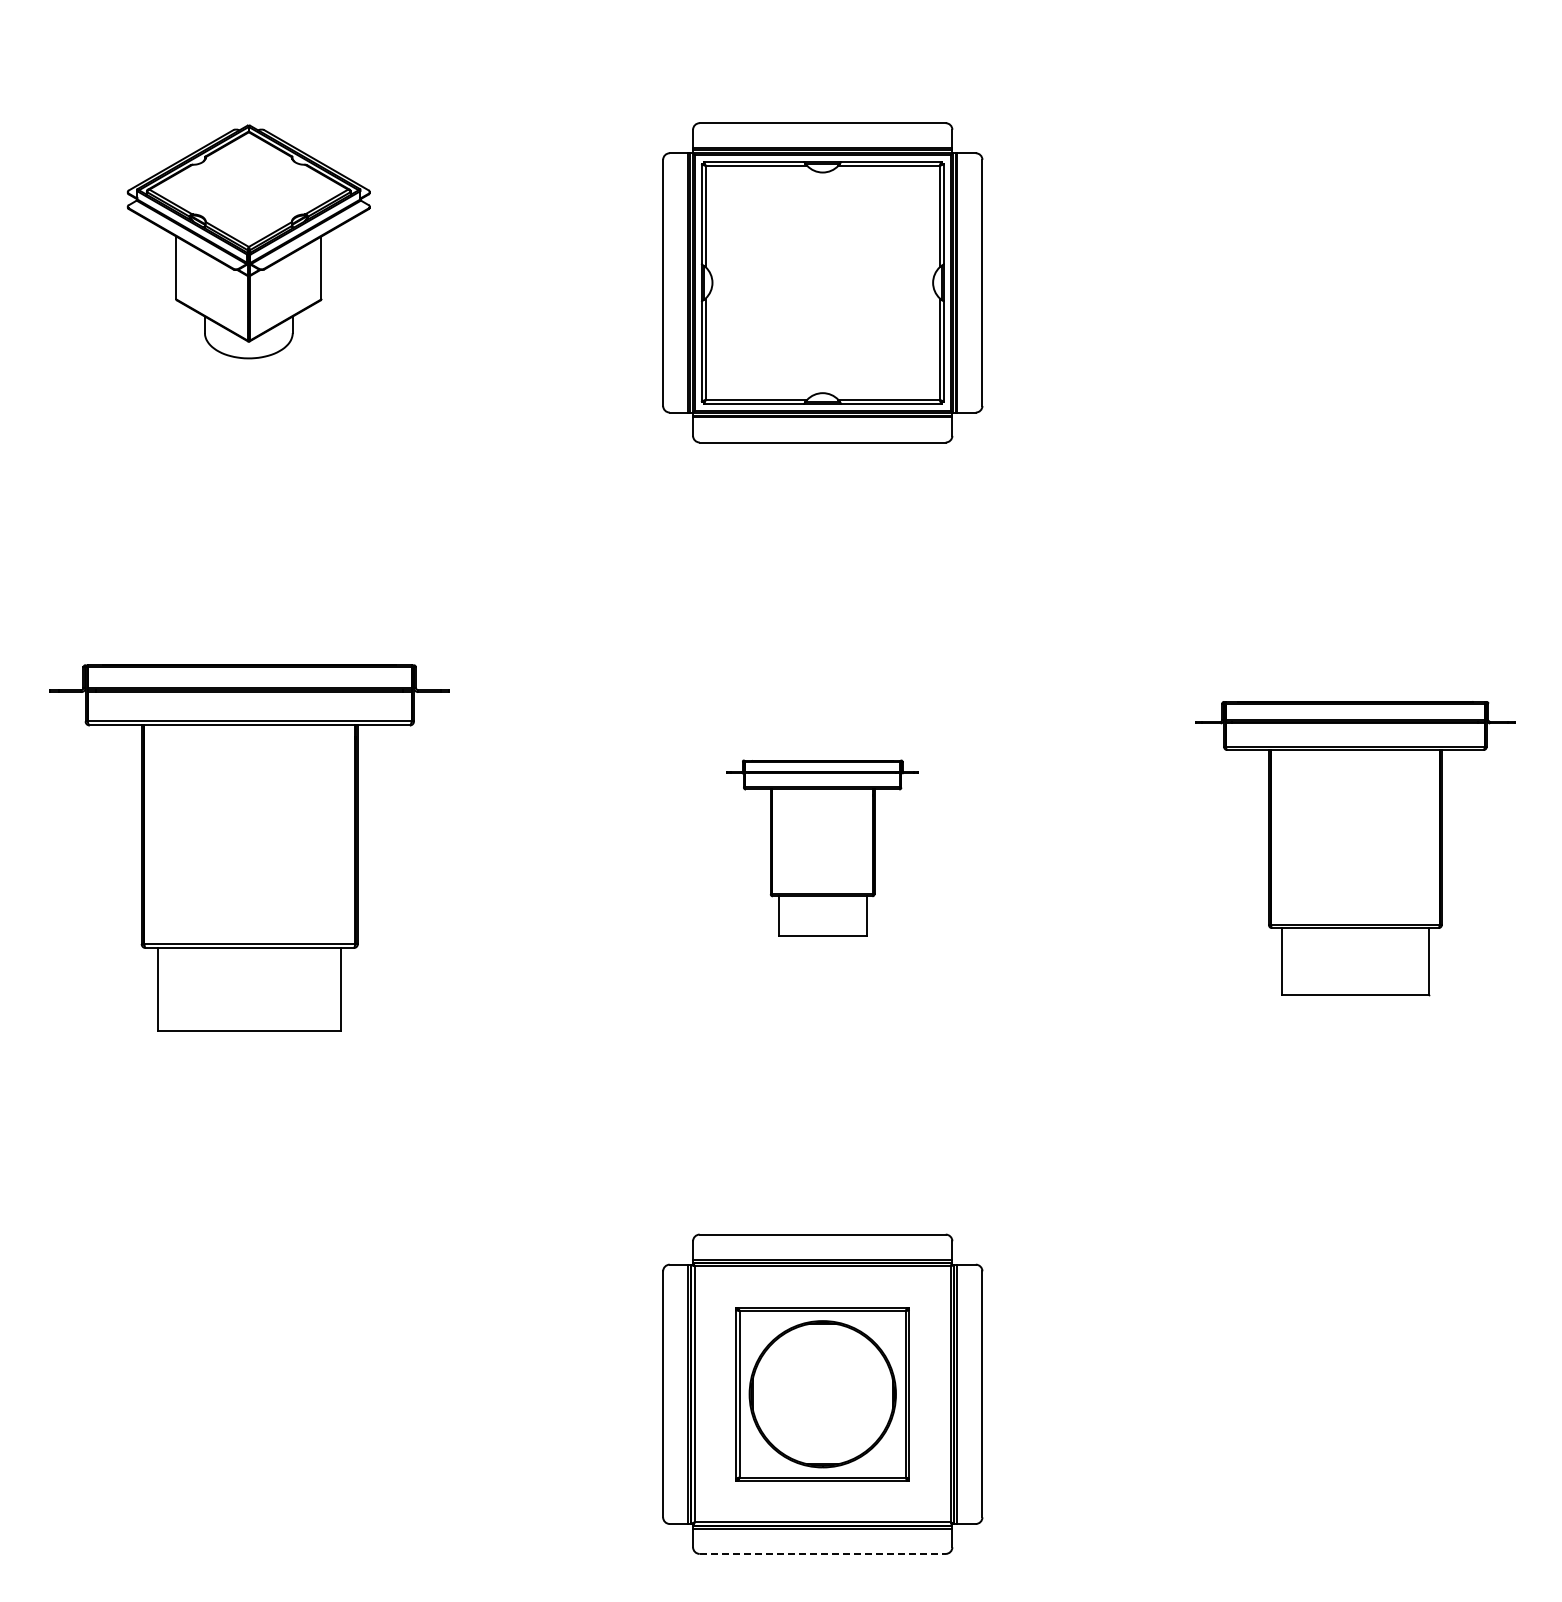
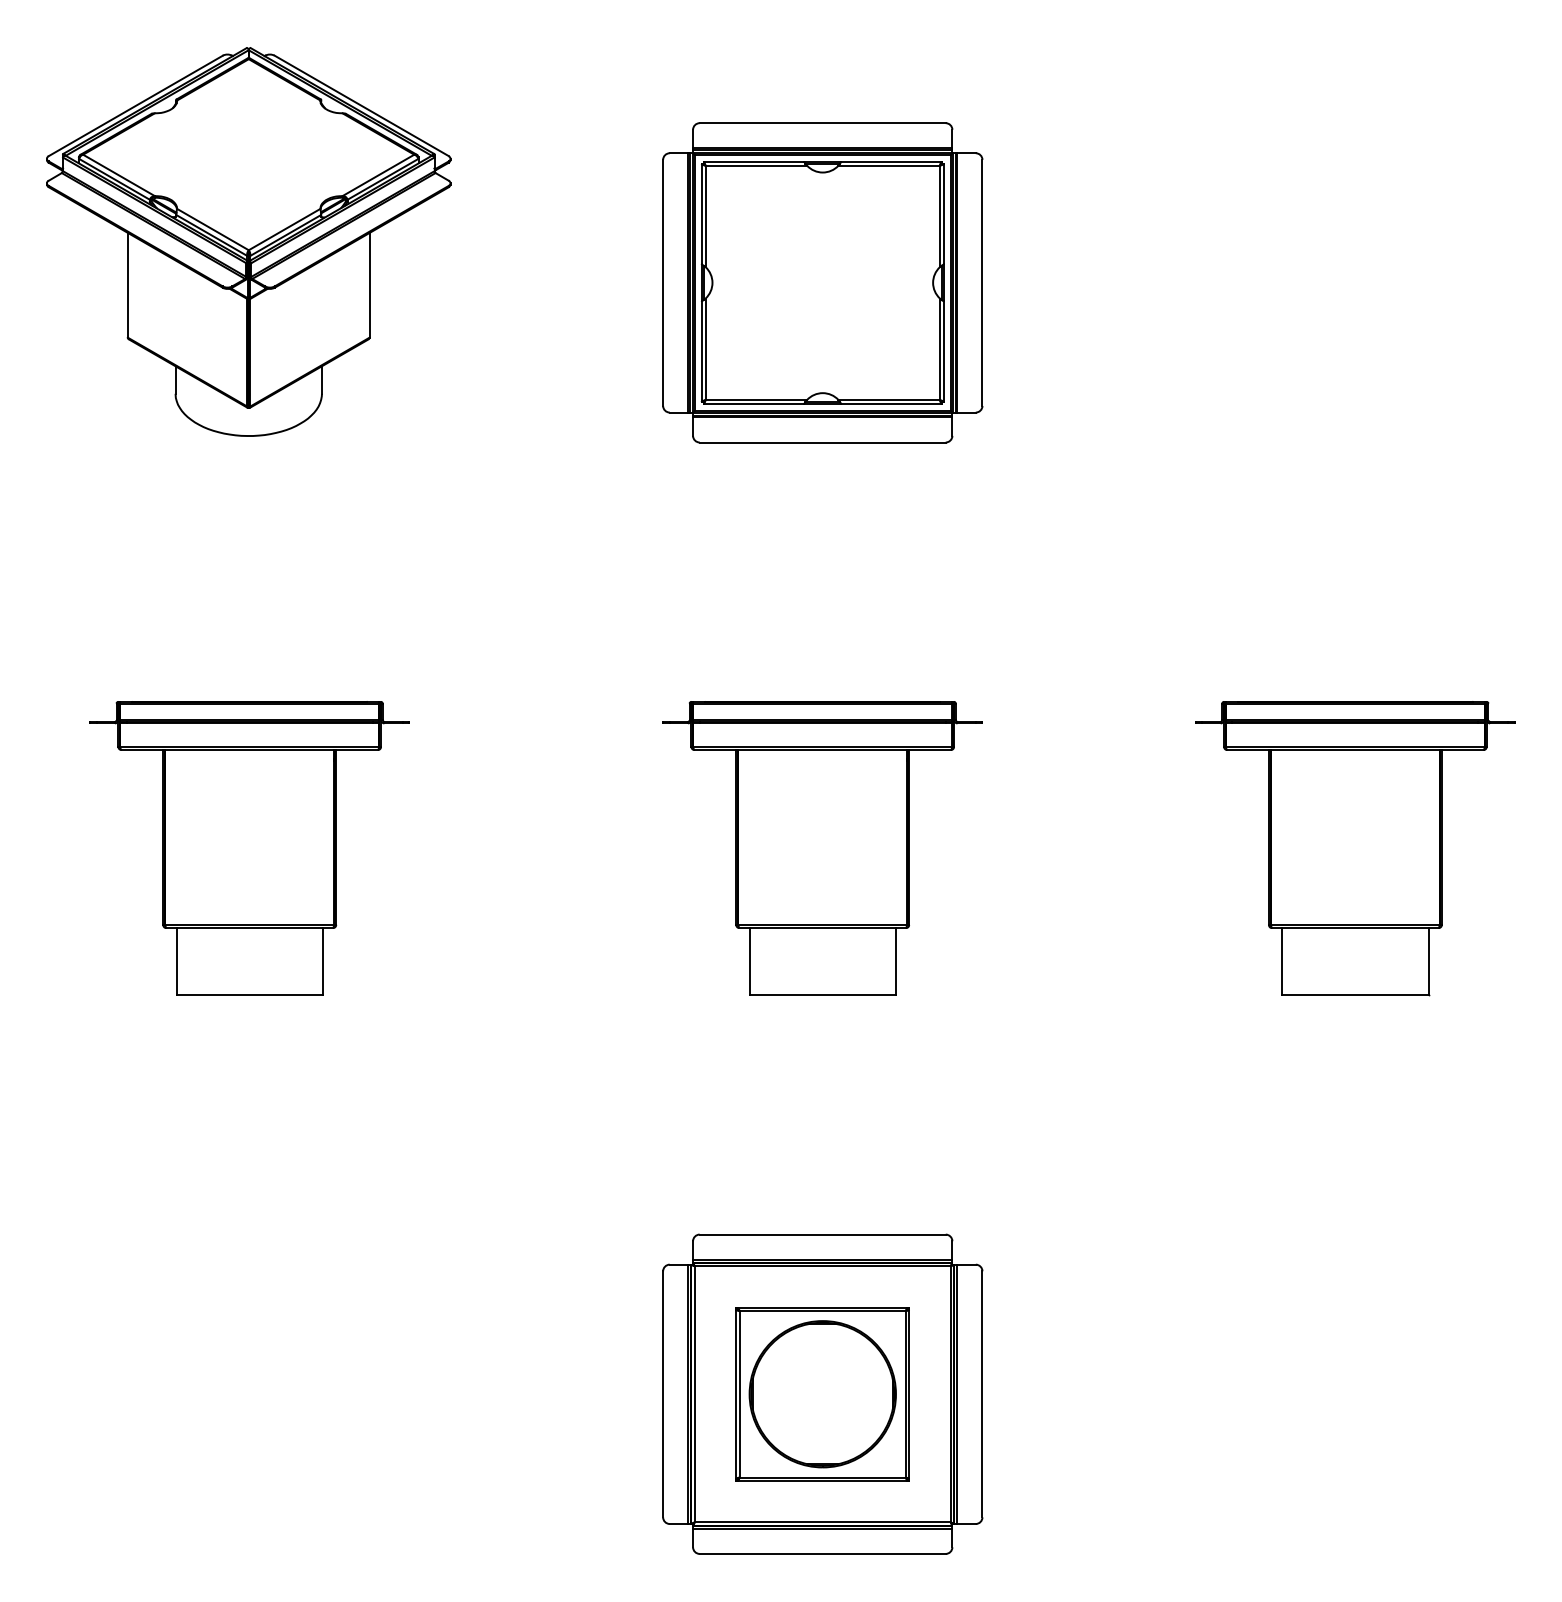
part at (248, 241) size: 245x236 px -> 406x390 px
part at (249, 847) size: 401x368 px -> 321x295 px
part at (822, 847) size: 193x178 px -> 321x295 px
line at (823, 1553): dashed -> solid
